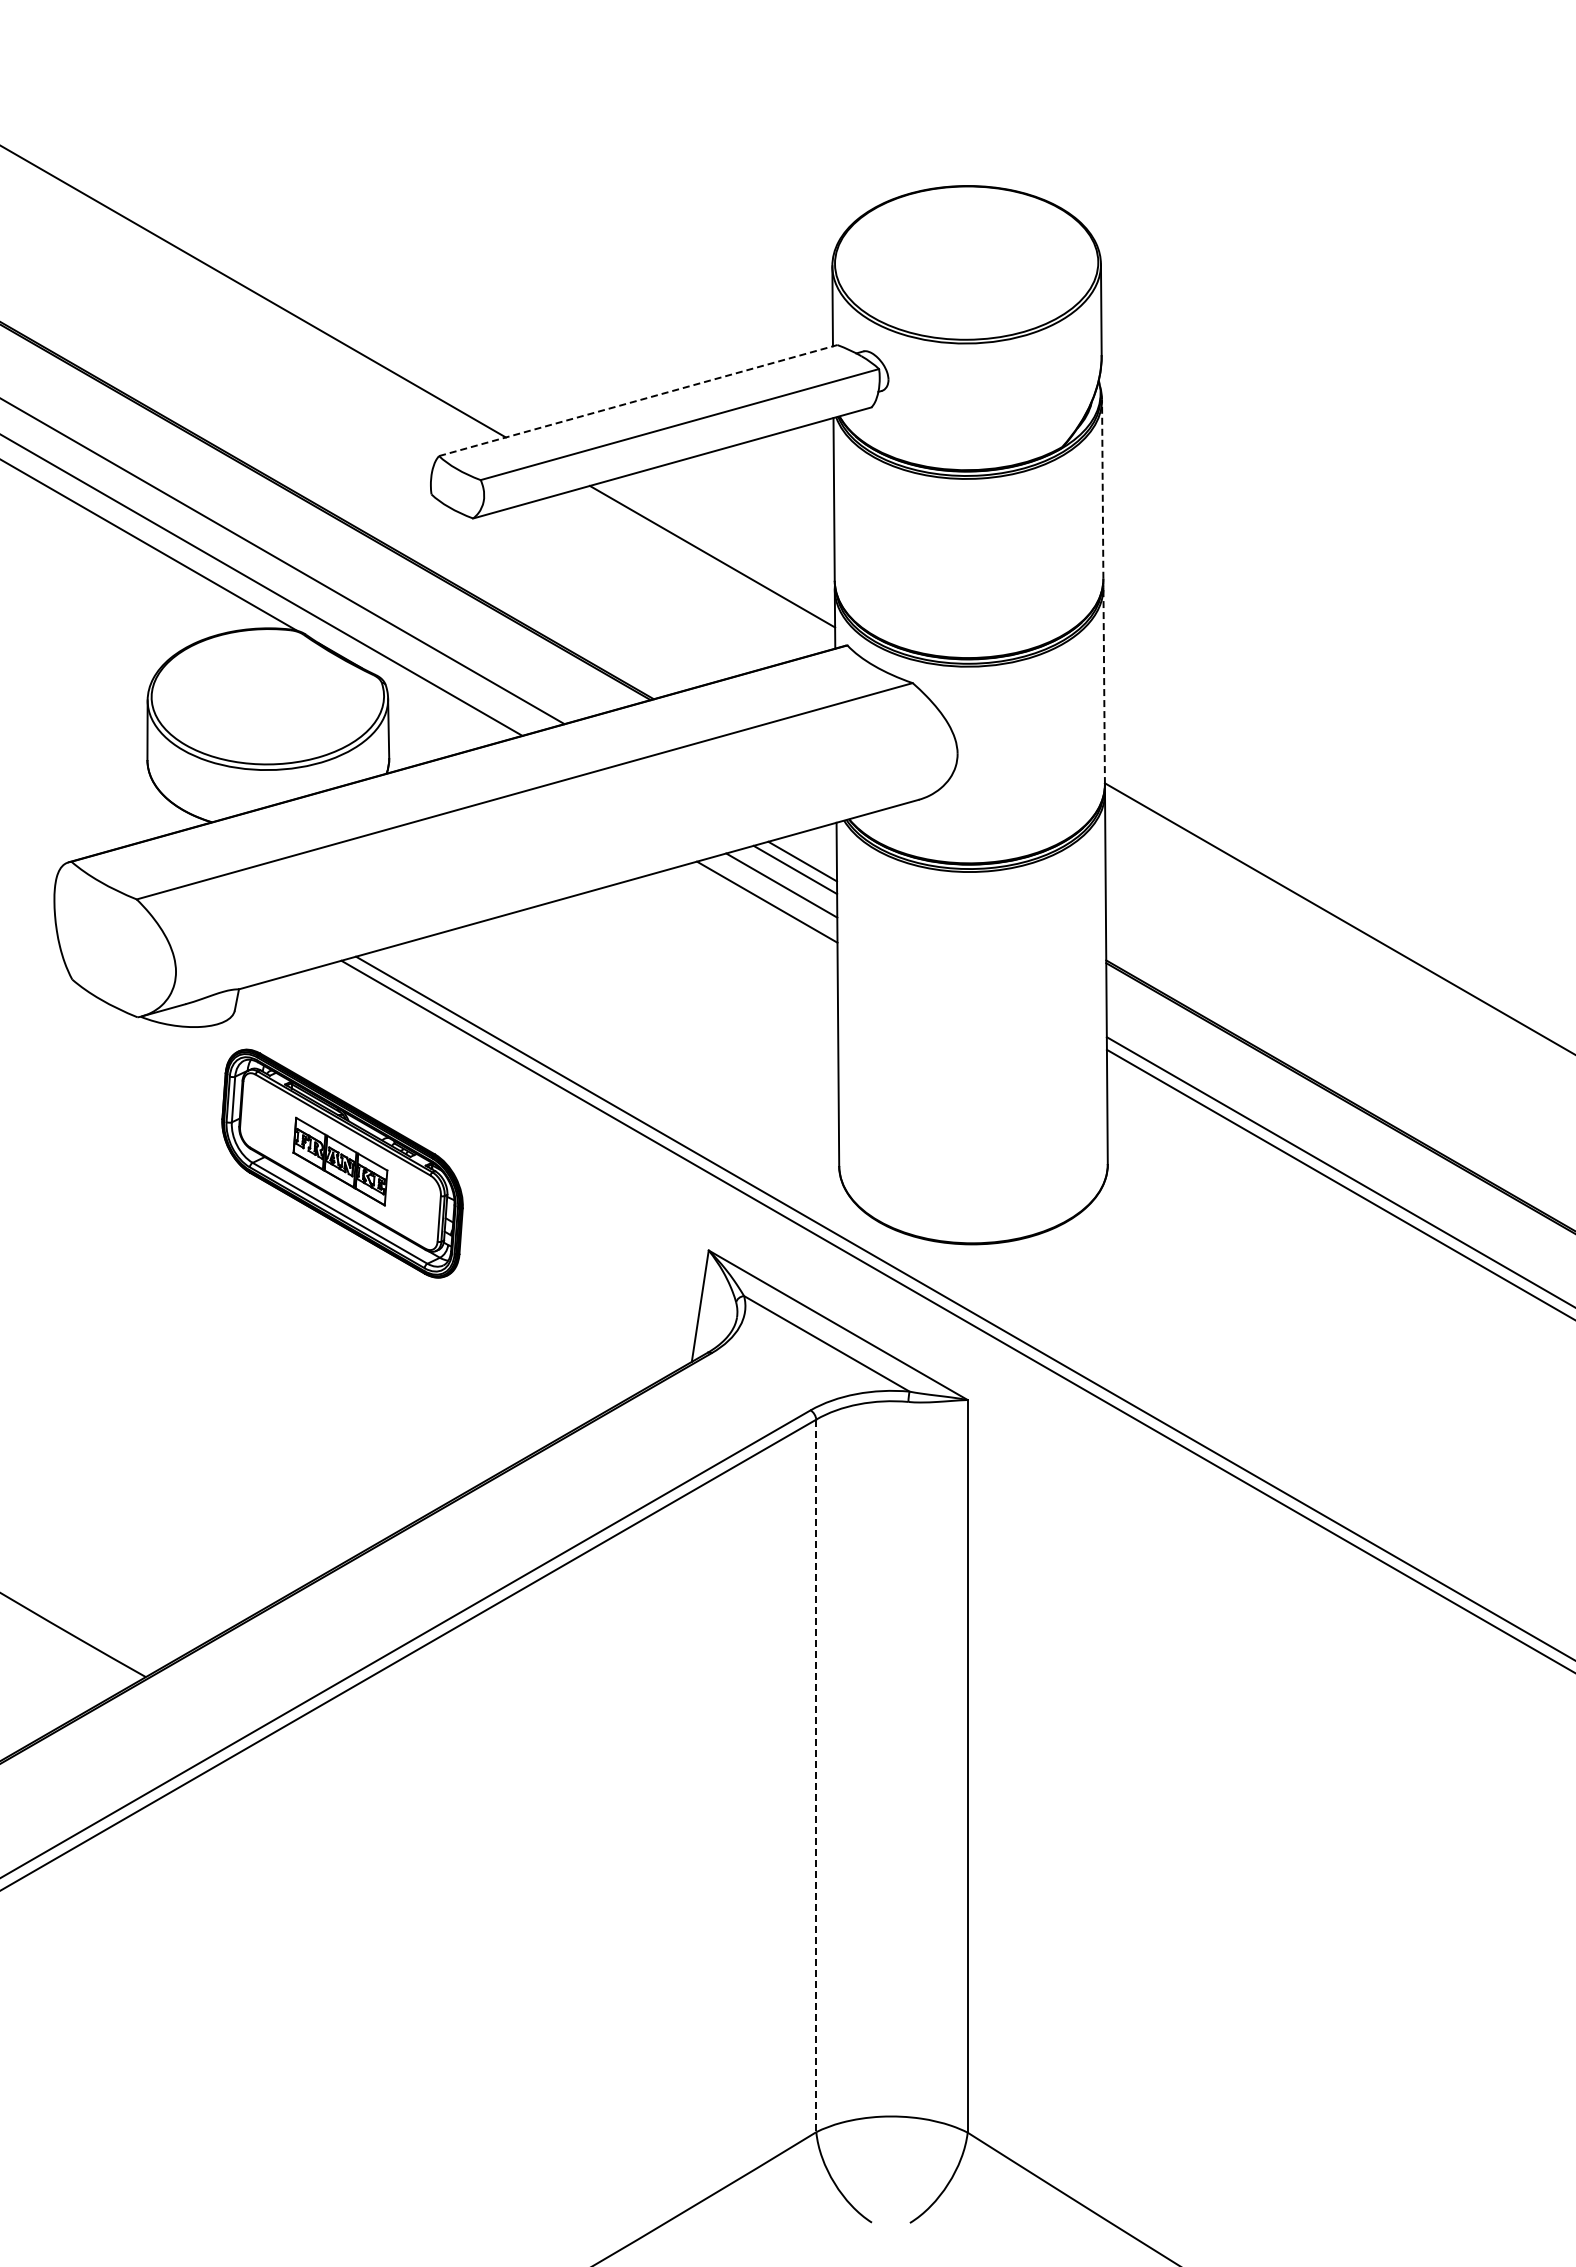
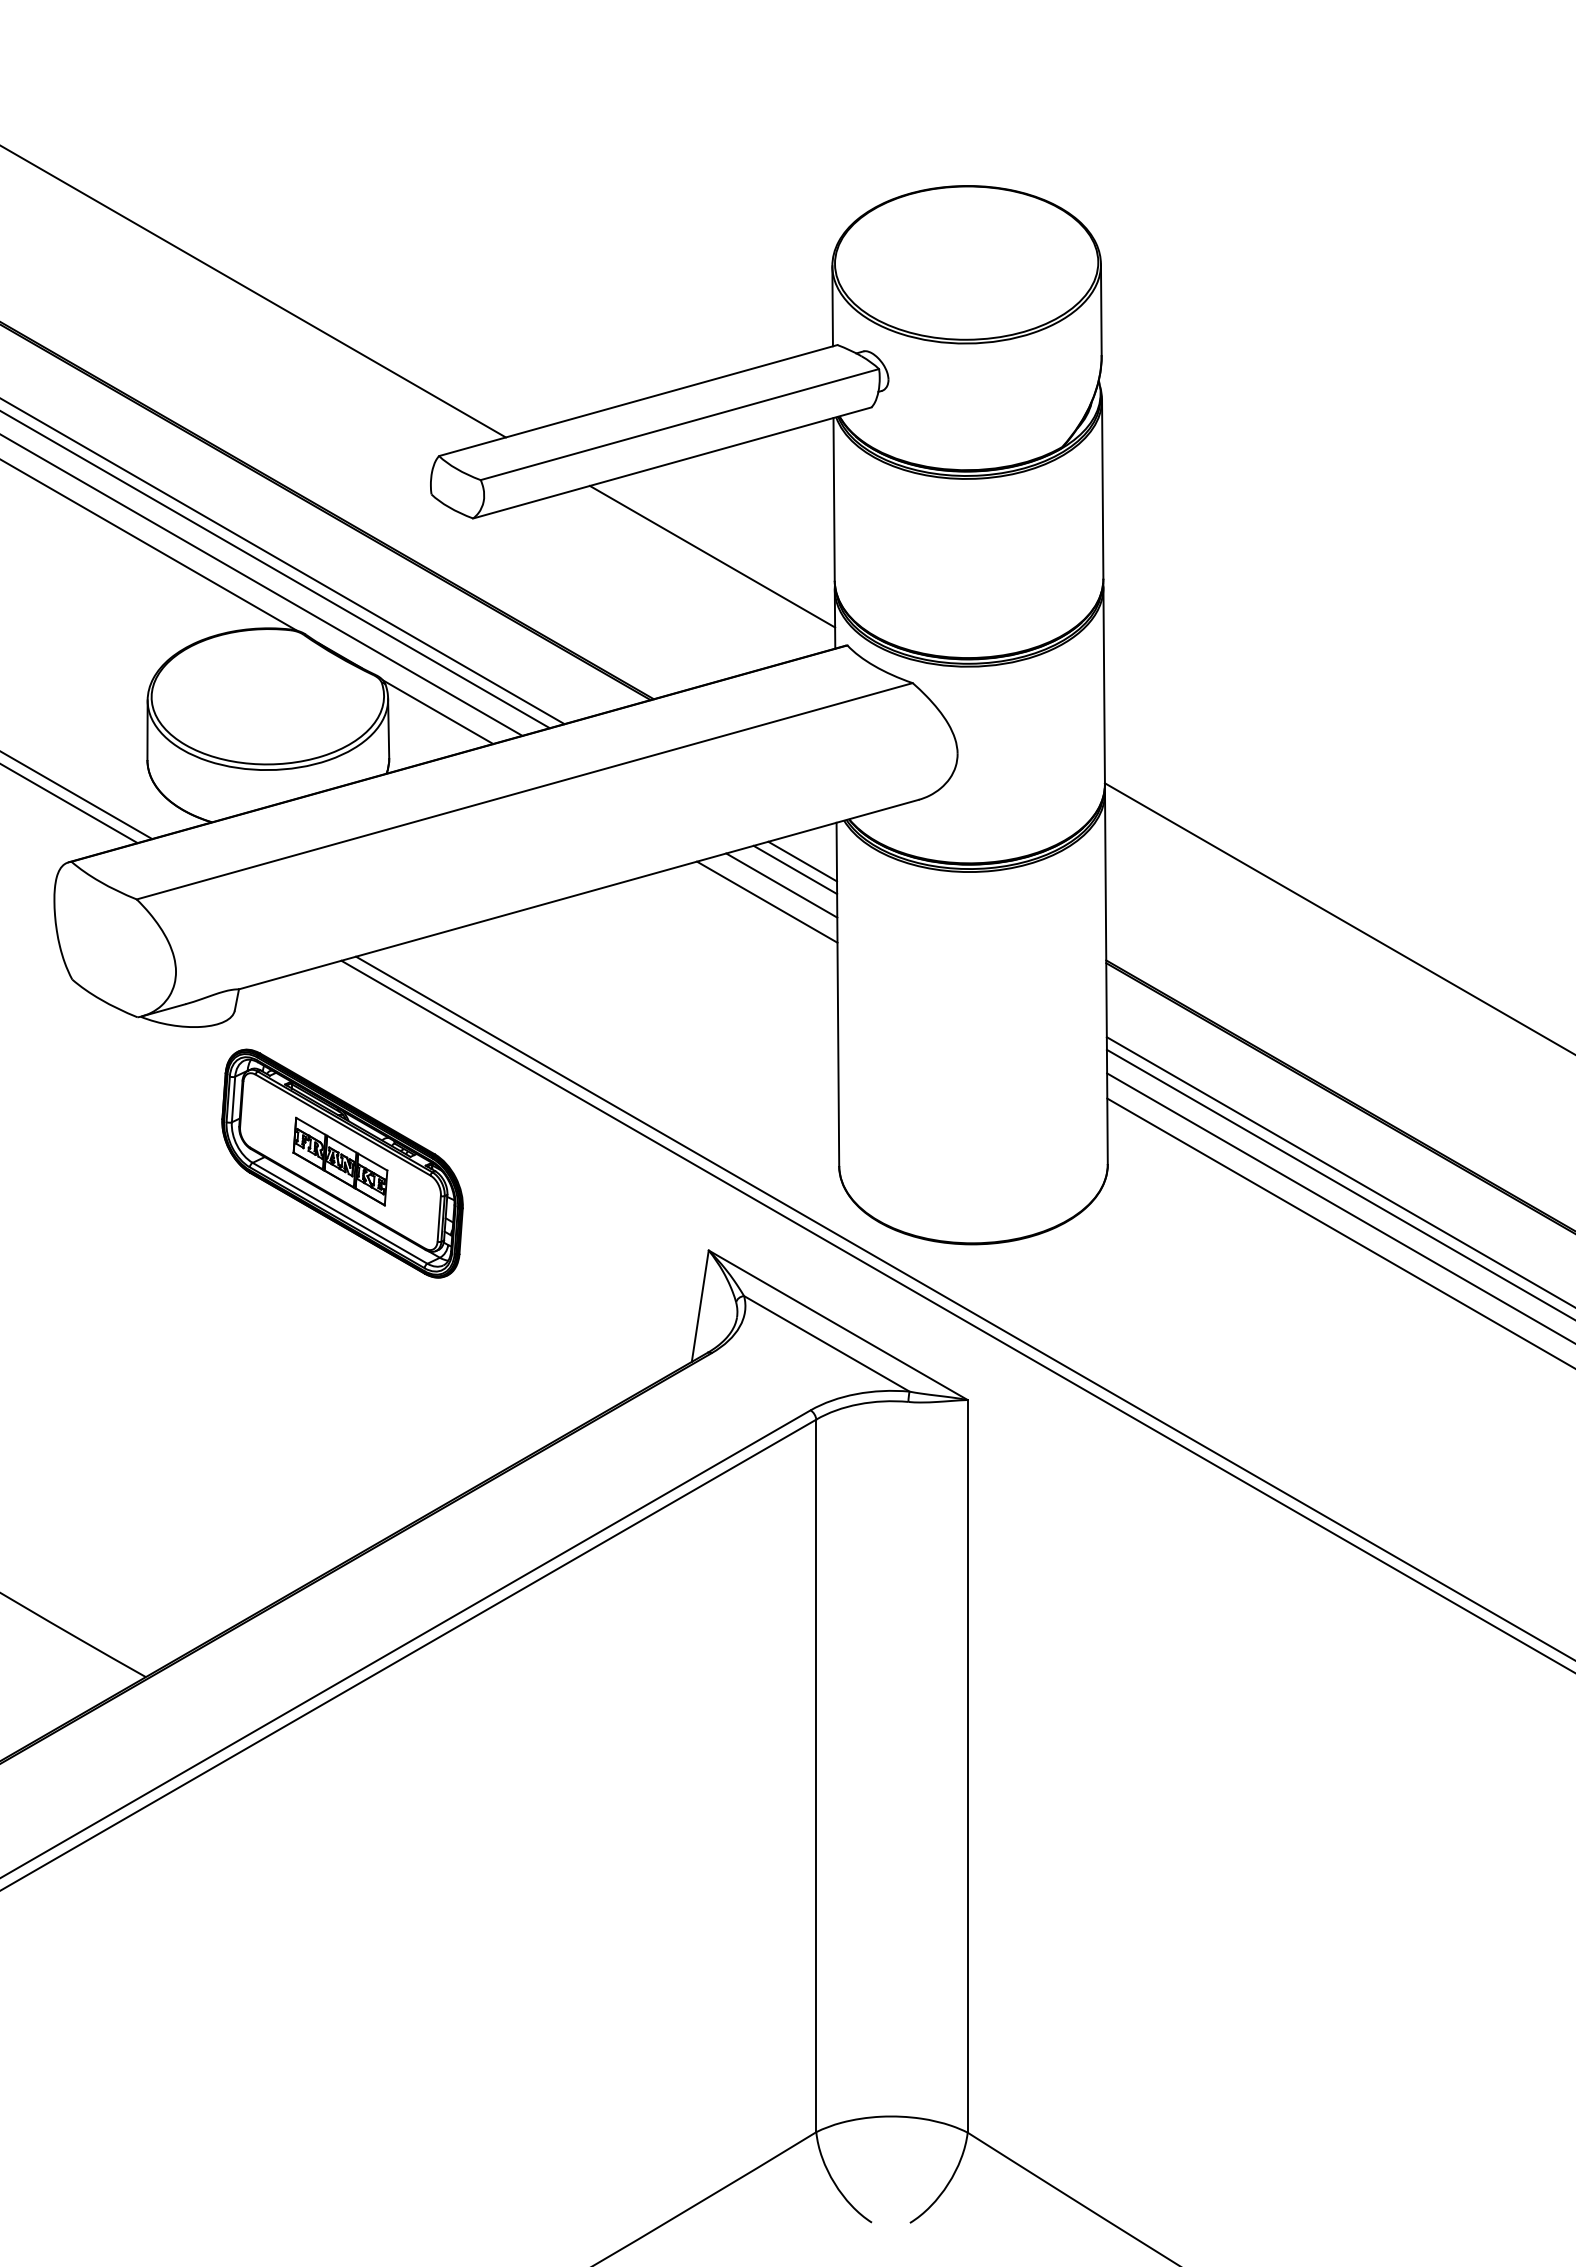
line at (638, 400): dashed -> solid
line at (1102, 489): dashed -> solid
line at (275, 570): none -> present
line at (1104, 685): dashed -> solid
line at (437, 712): none -> present
line at (77, 795): none -> present
line at (69, 804): none -> present
line at (1339, 1207): none -> present
line at (1339, 1232): none -> present
line at (816, 1776): dashed -> solid
